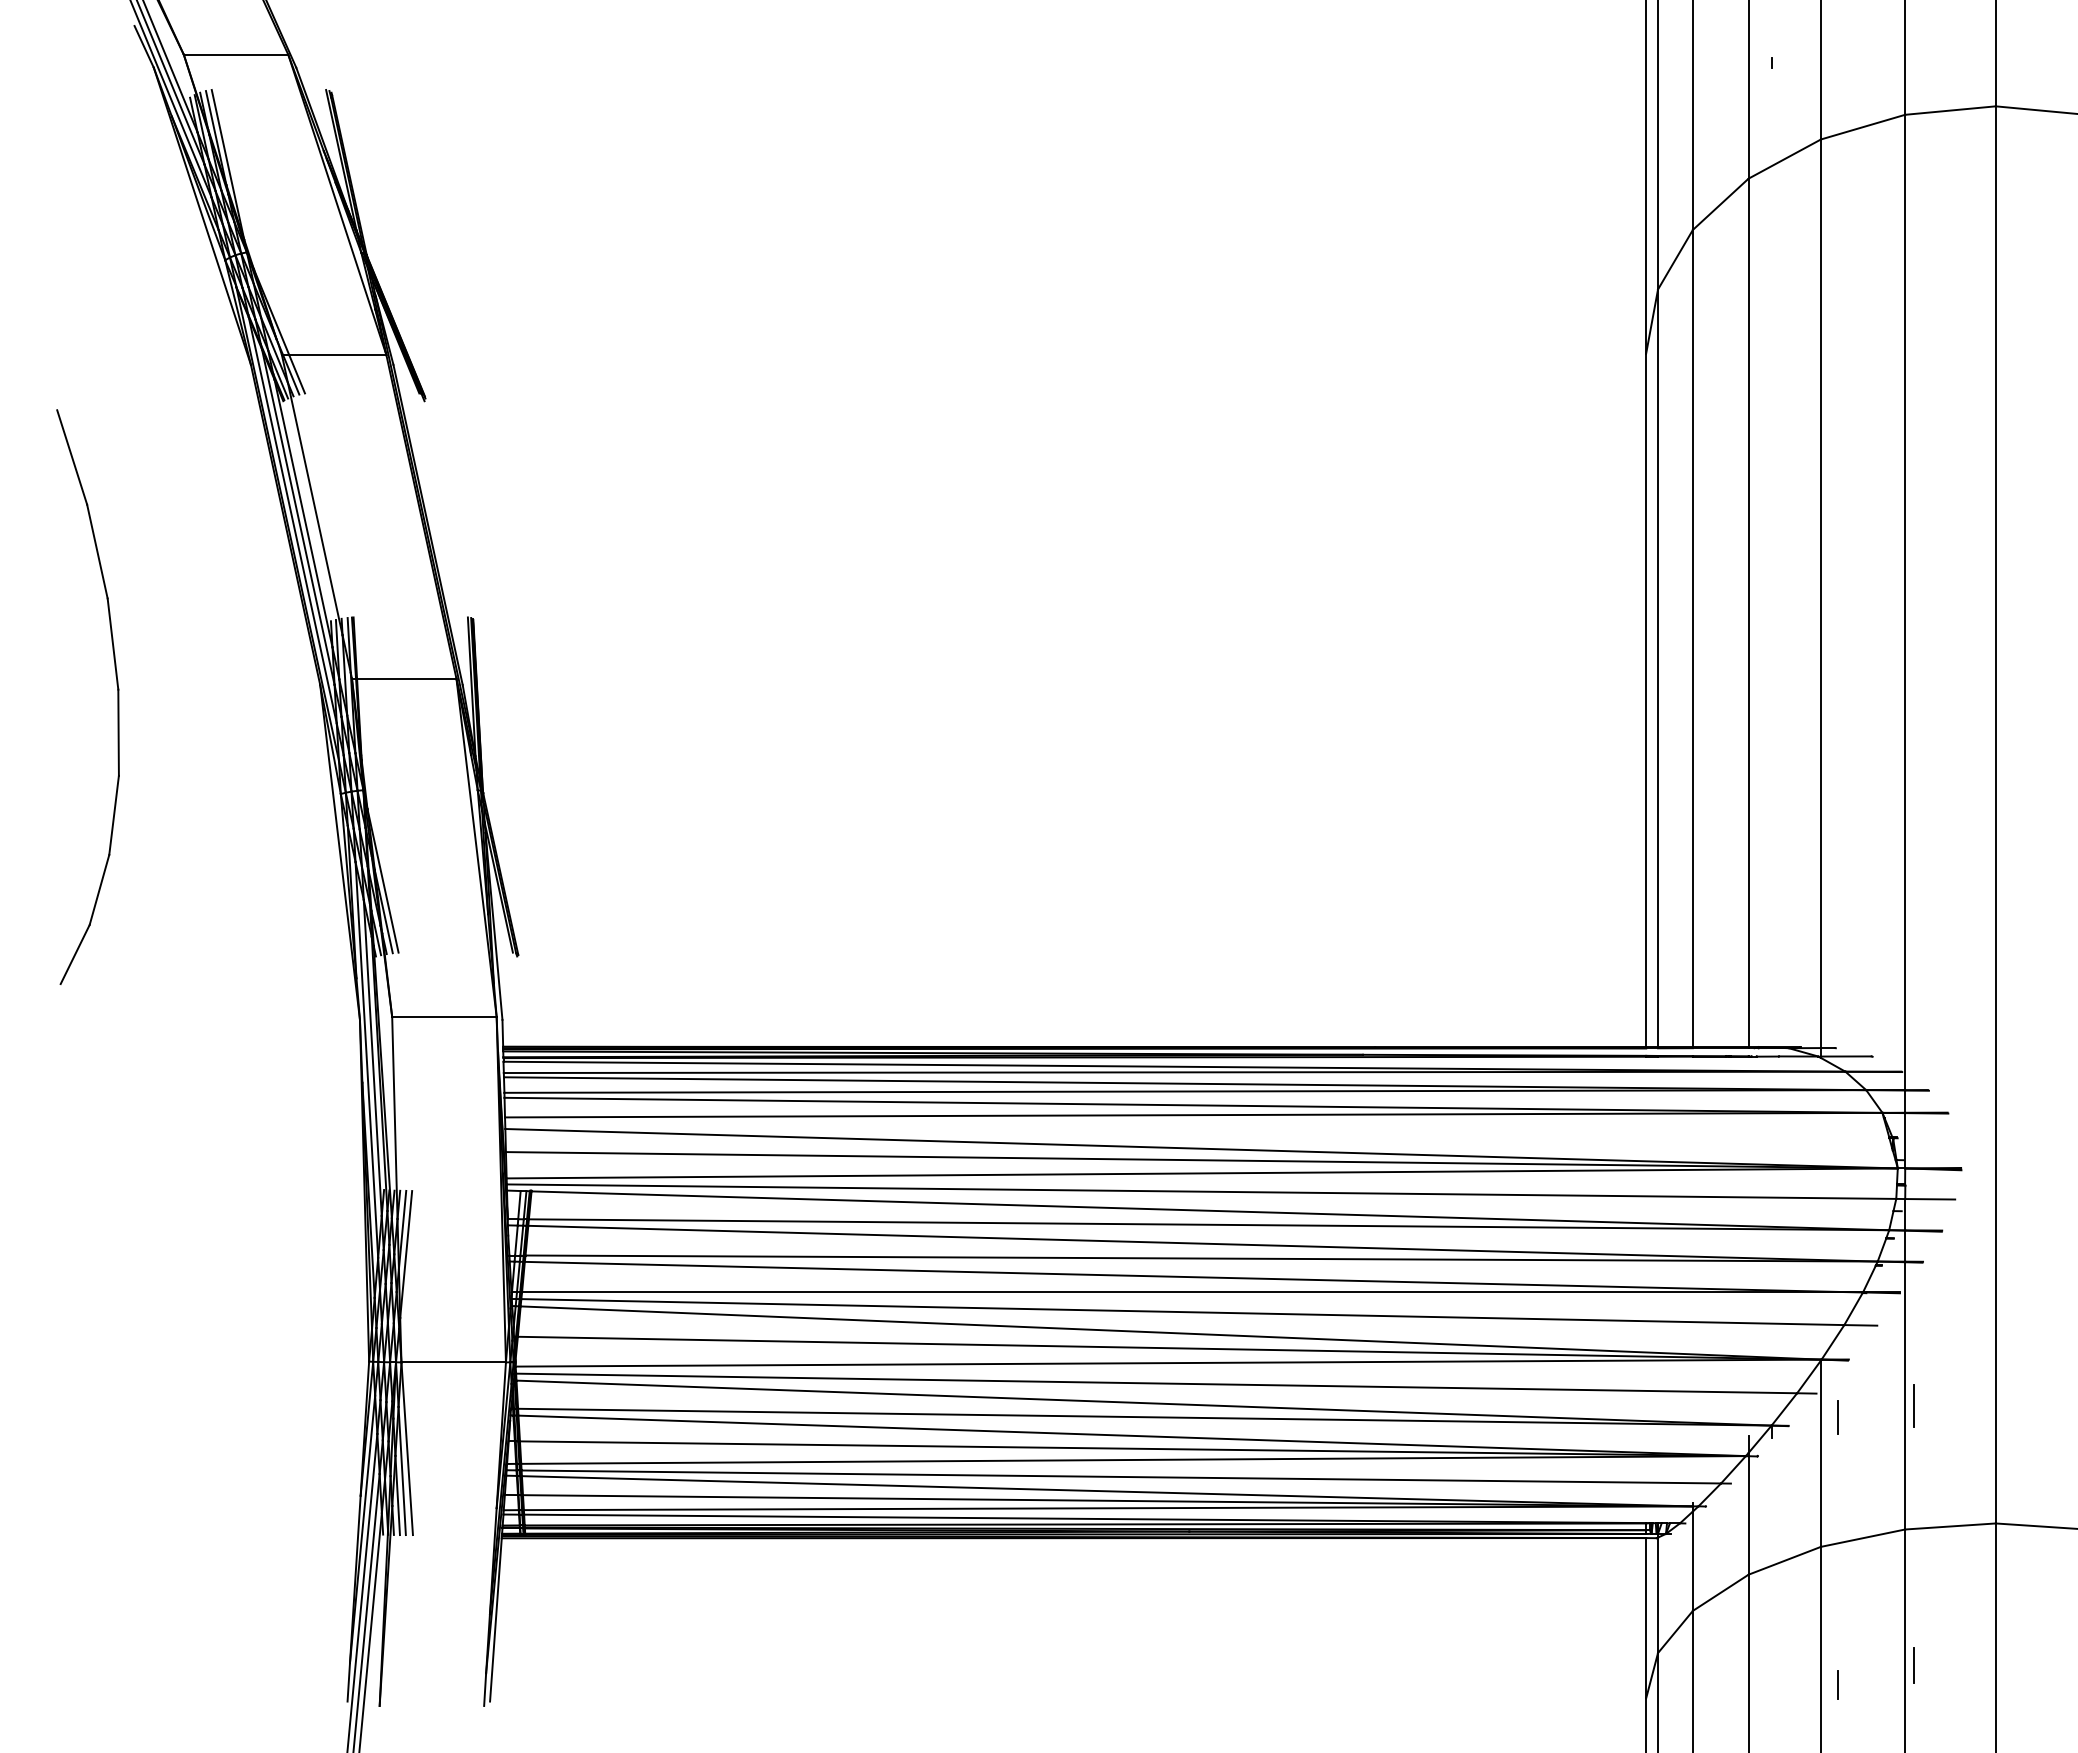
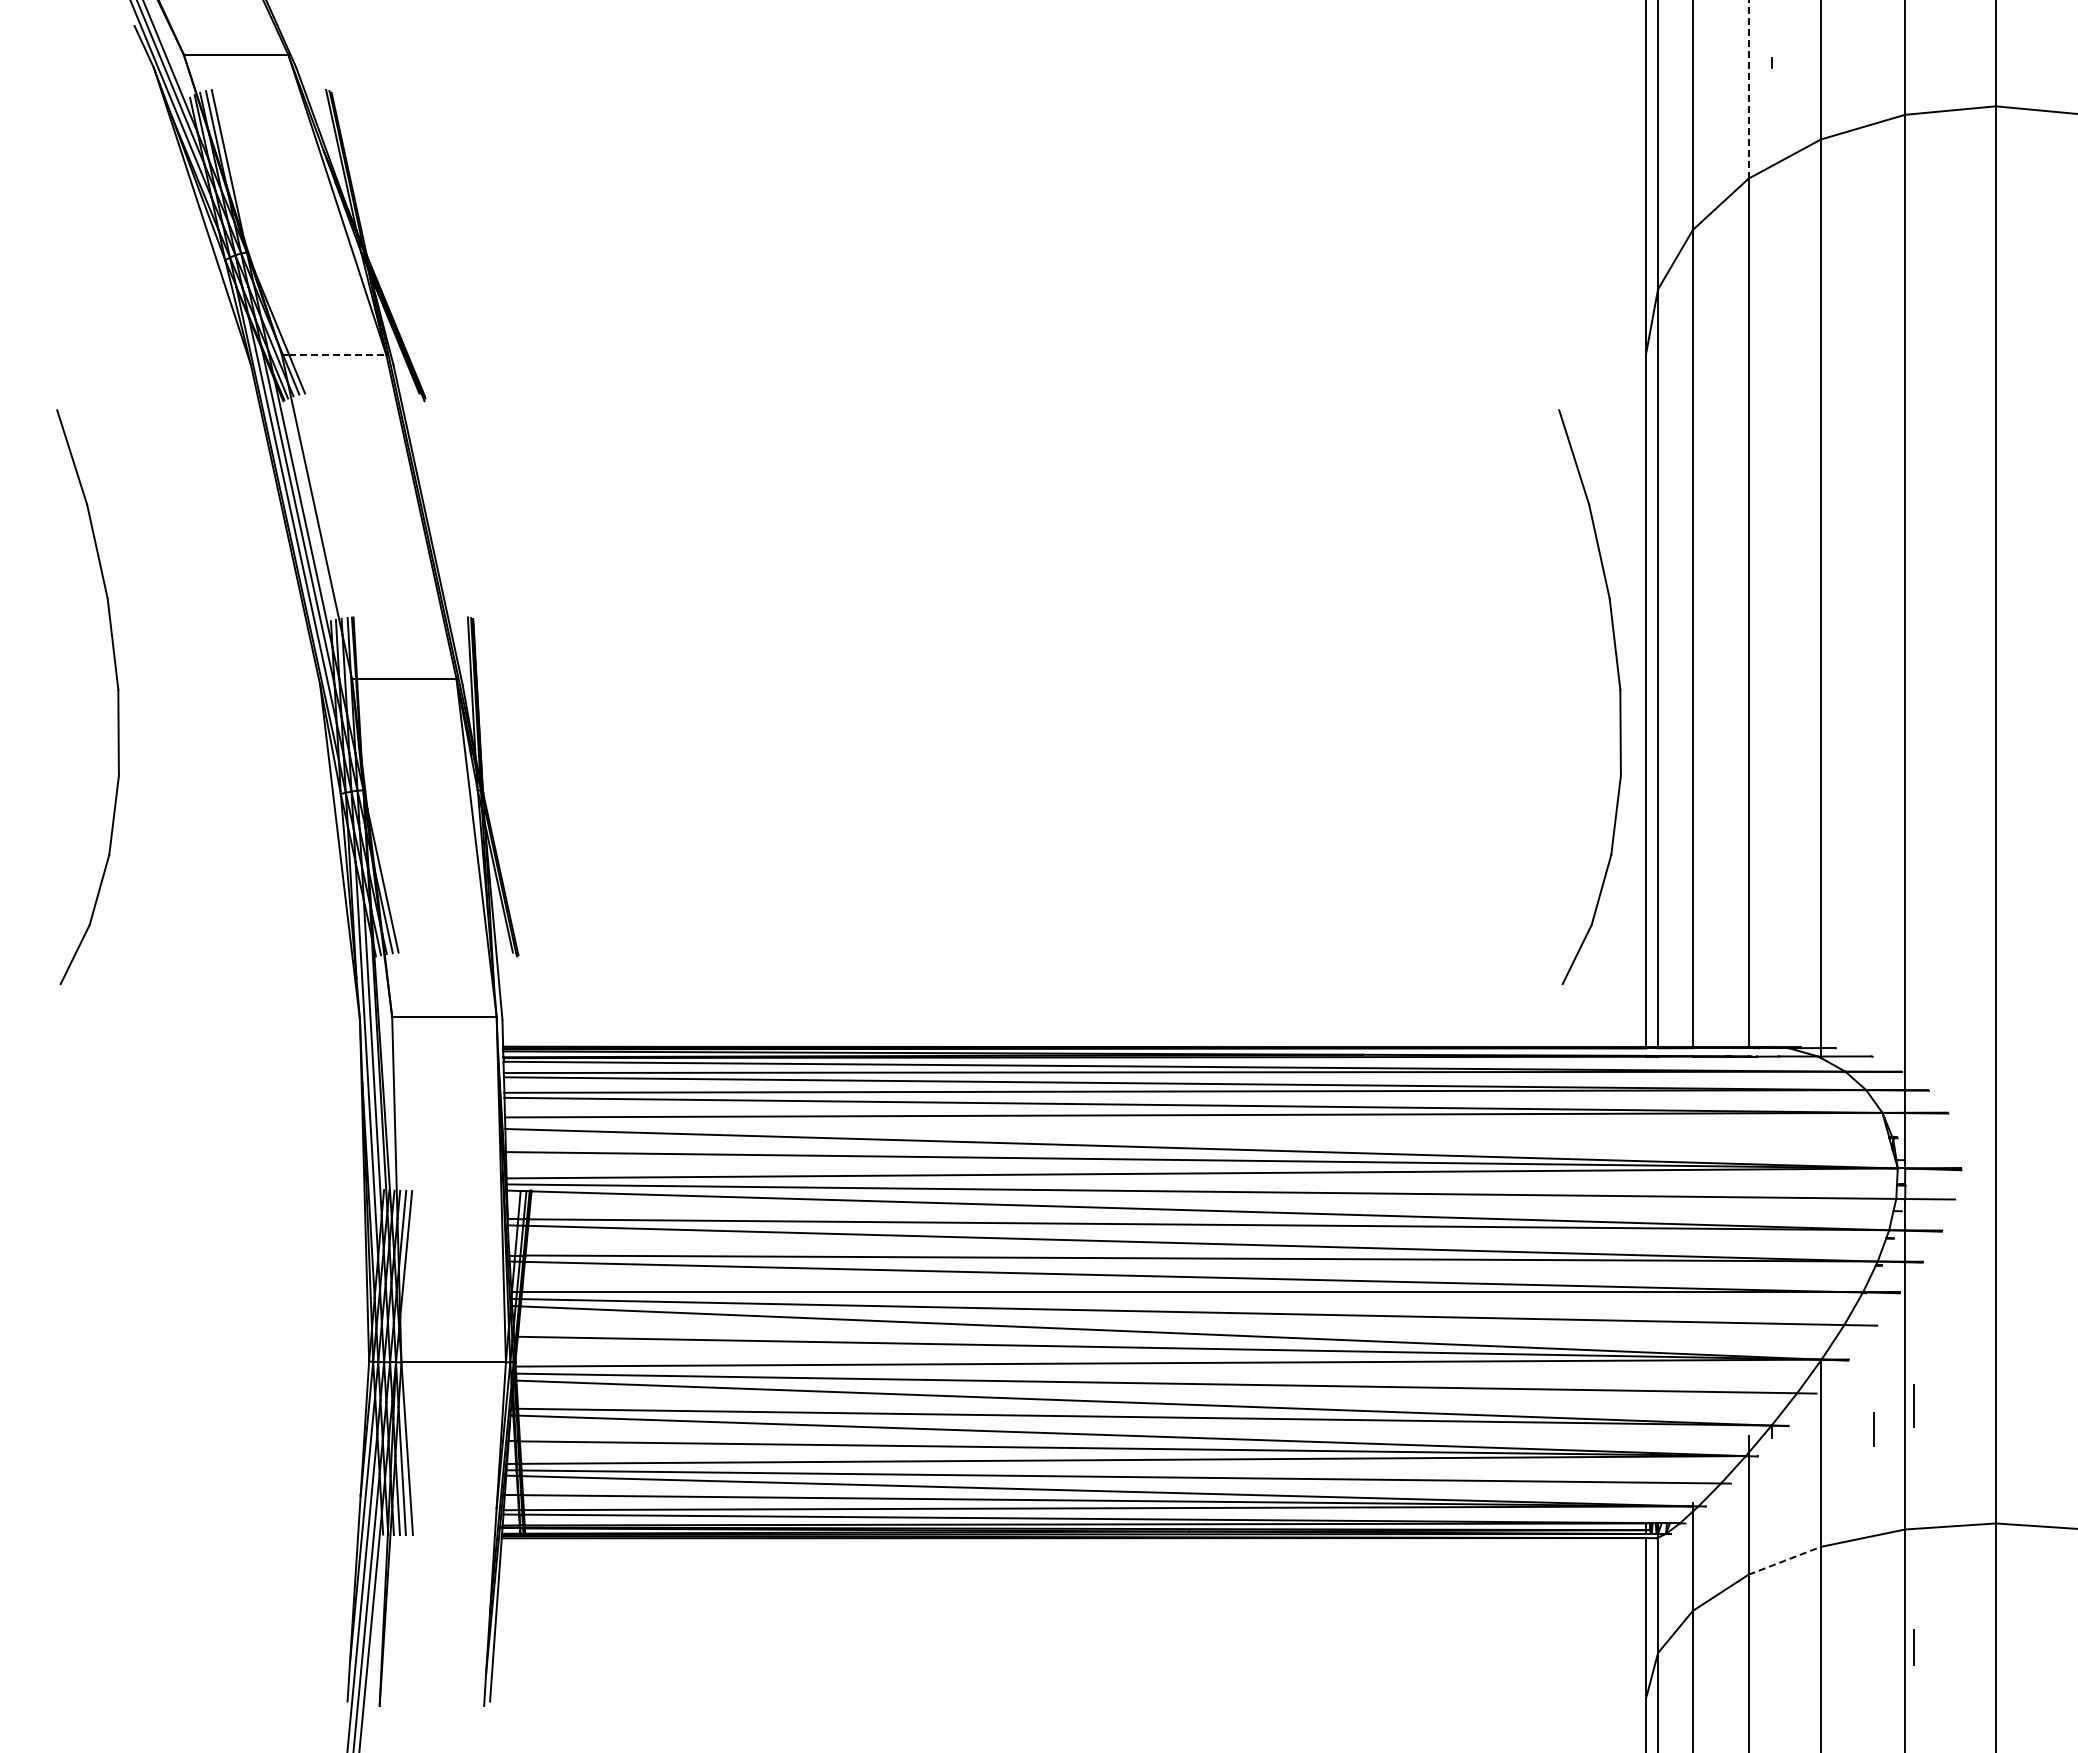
line at (1748, 89): solid -> dashed
line at (337, 355): solid -> dashed
part at (1619, 696): none -> present
line at (1837, 1417) position: (1837, 1417) -> (1873, 1429)
line at (1784, 1560): solid -> dashed
line at (1913, 1665) position: (1913, 1665) -> (1913, 1647)
line at (1837, 1685): present -> none
